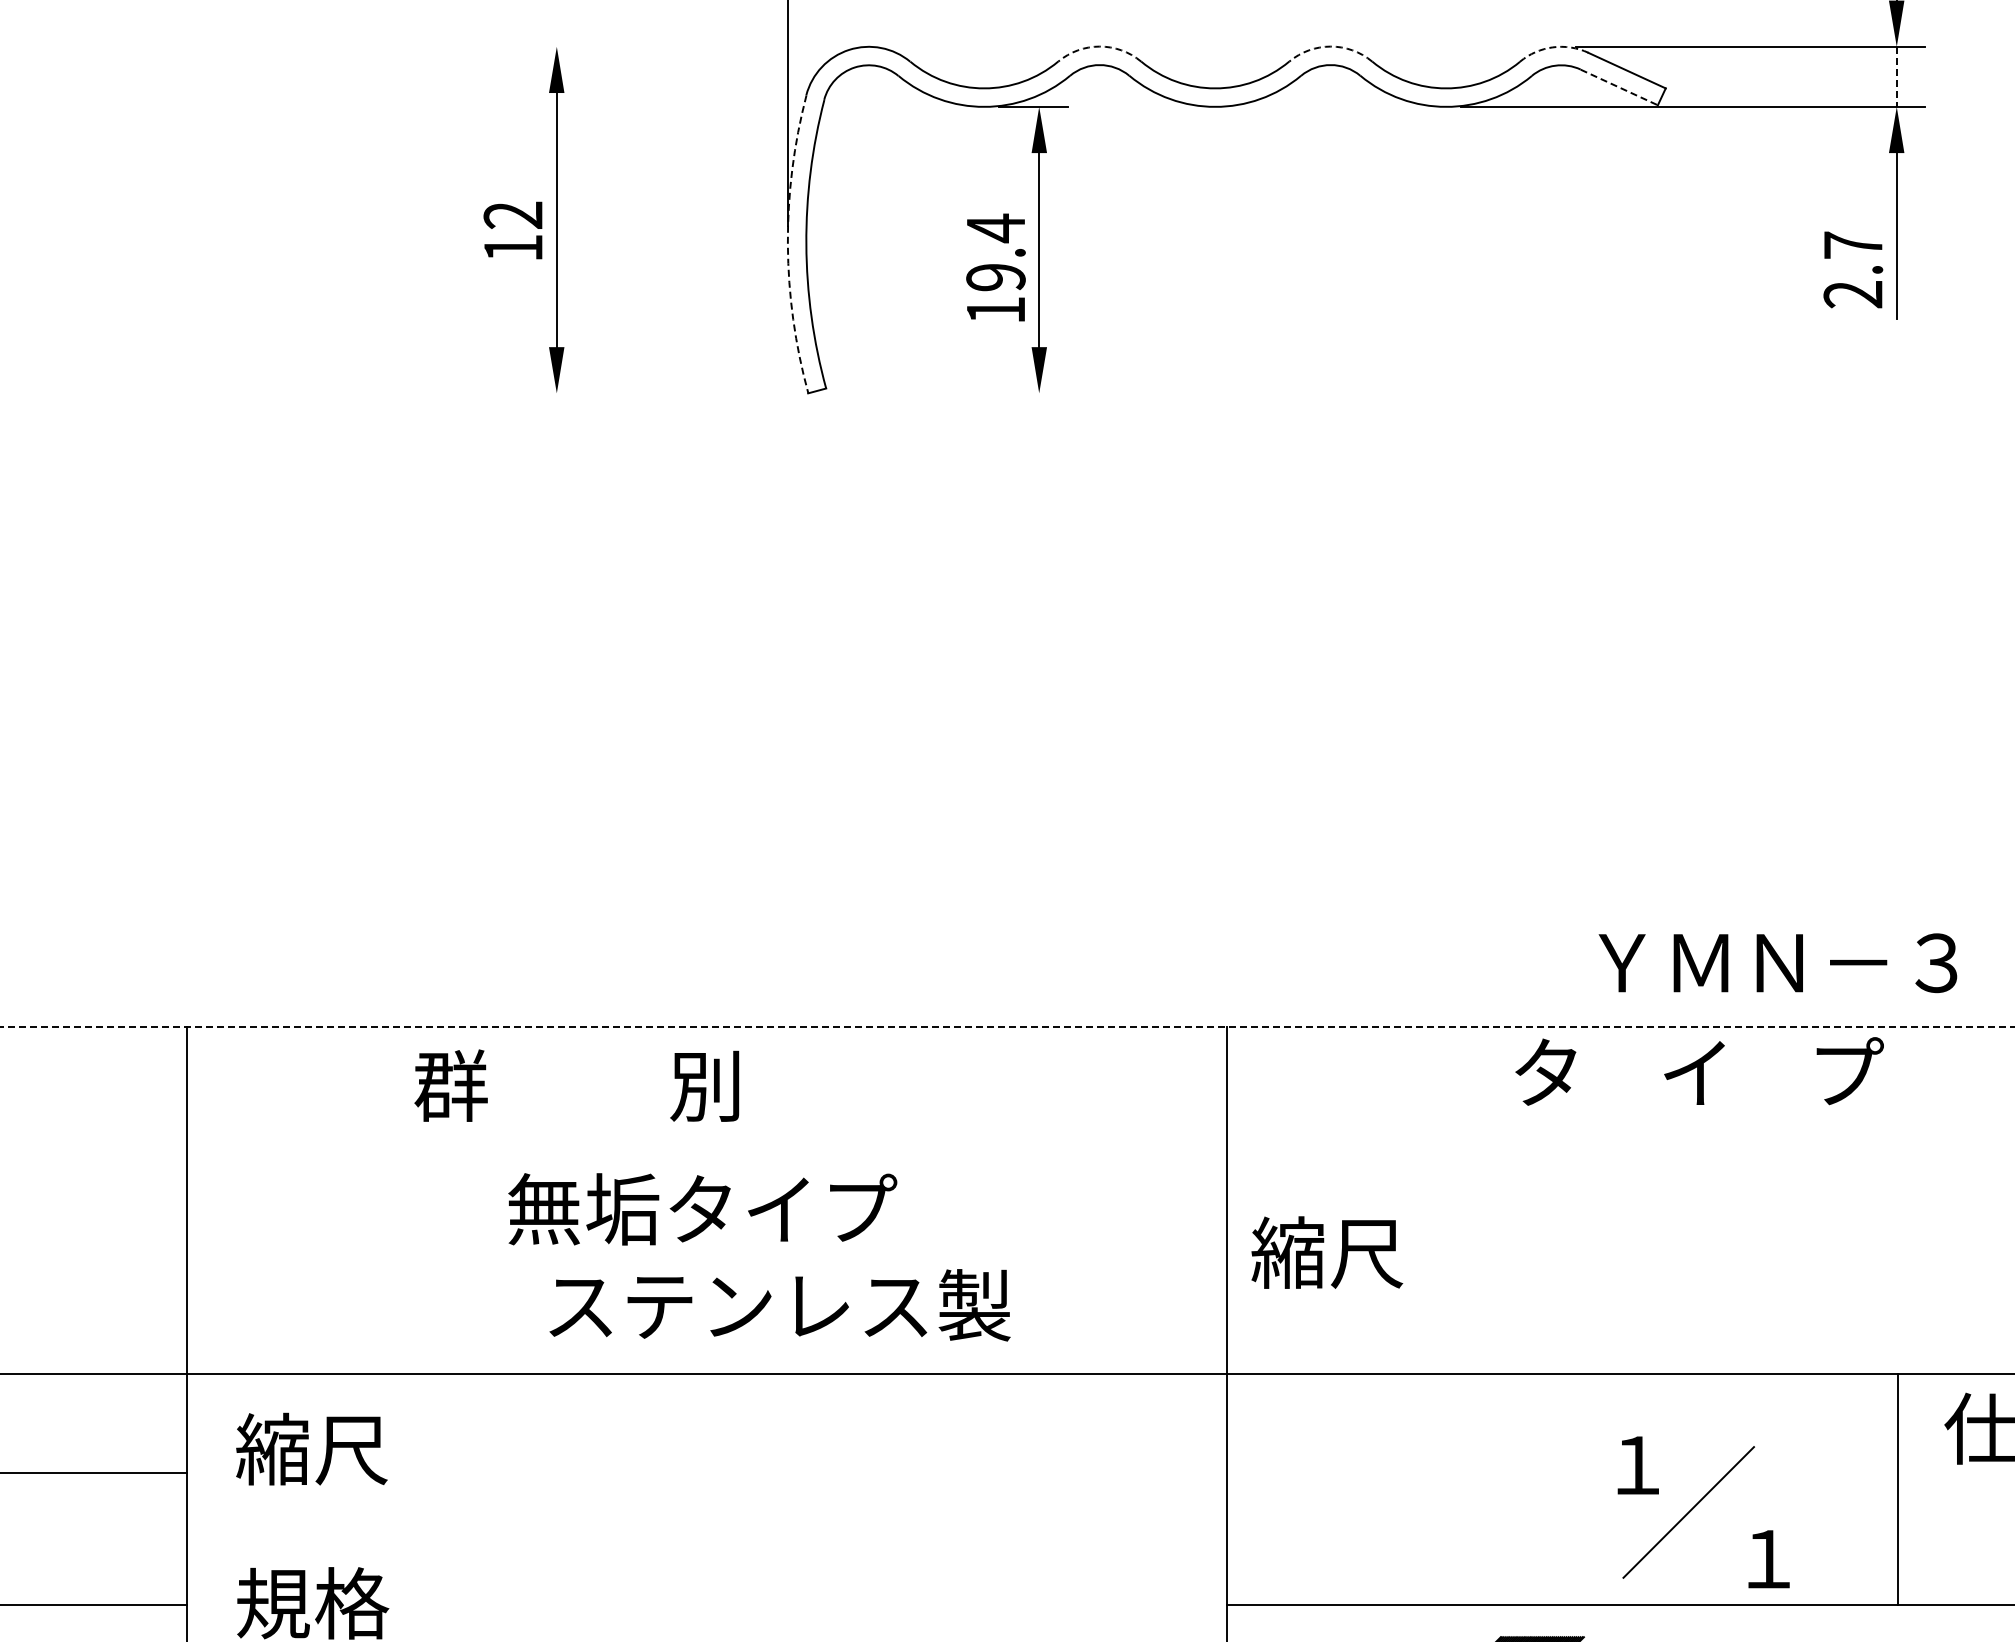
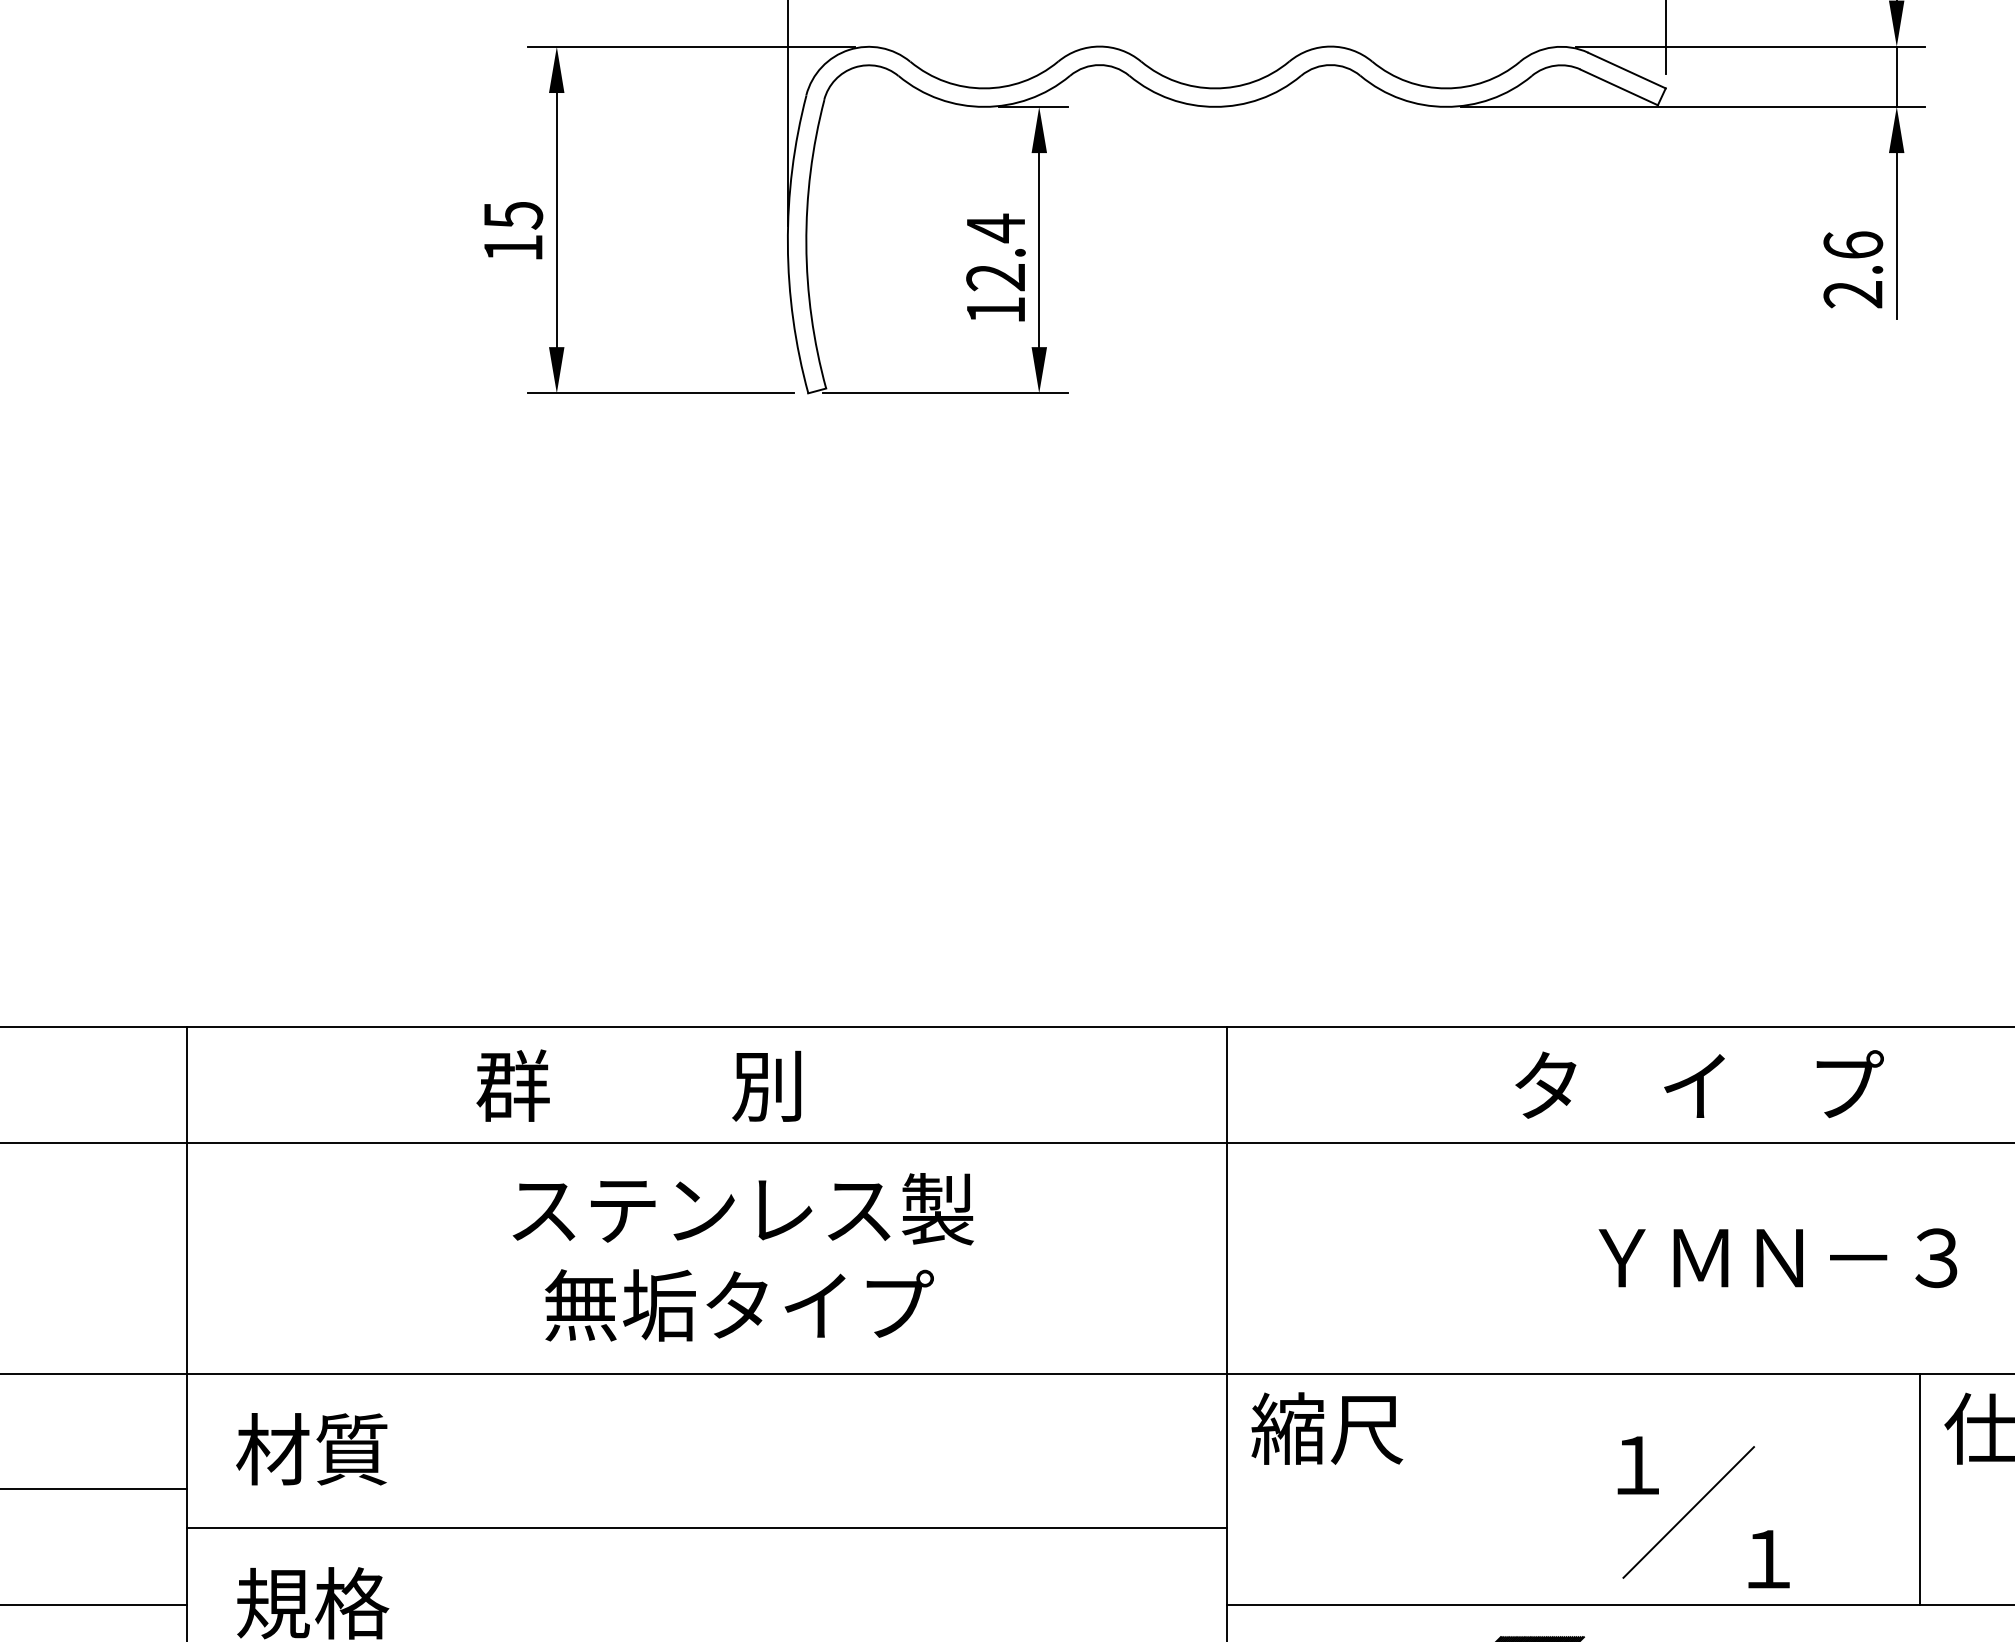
line at (1665, 38): none -> present
line at (690, 46): none -> present
arc at (1099, 46): dashed -> solid
arc at (1330, 46): dashed -> solid
arc at (1552, 47): dashed -> solid
line at (1896, 77): dashed -> solid
line at (1619, 87): dashed -> solid
text at (513, 215): 12 -> 15
arc at (787, 244): dashed -> solid
text at (1853, 244): 2.7 -> 2.6
text at (995, 277): 19.4 -> 12.4
line at (660, 393): none -> present
line at (945, 393): none -> present
text at (1777, 963) position: (1777, 963) -> (1777, 1258)
line at (1007, 1027): dashed -> solid
text at (1699, 1071) position: (1699, 1071) -> (1699, 1084)
text at (576, 1085) position: (576, 1085) -> (638, 1085)
line at (1006, 1142): none -> present
text at (740, 1209): 無垢タイプ -> ステンレス製
text at (1327, 1252) position: (1327, 1252) -> (1327, 1428)
text at (777, 1305): ステンレス製 -> 無垢タイプ
text at (311, 1448): 縮尺 -> 材質
line at (94, 1473) position: (94, 1473) -> (94, 1489)
line at (1897, 1488) position: (1897, 1488) -> (1919, 1488)
line at (706, 1527): none -> present
